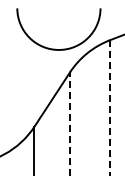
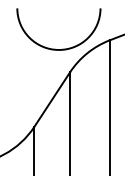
line at (109, 108): dashed -> solid
line at (70, 123): dashed -> solid
